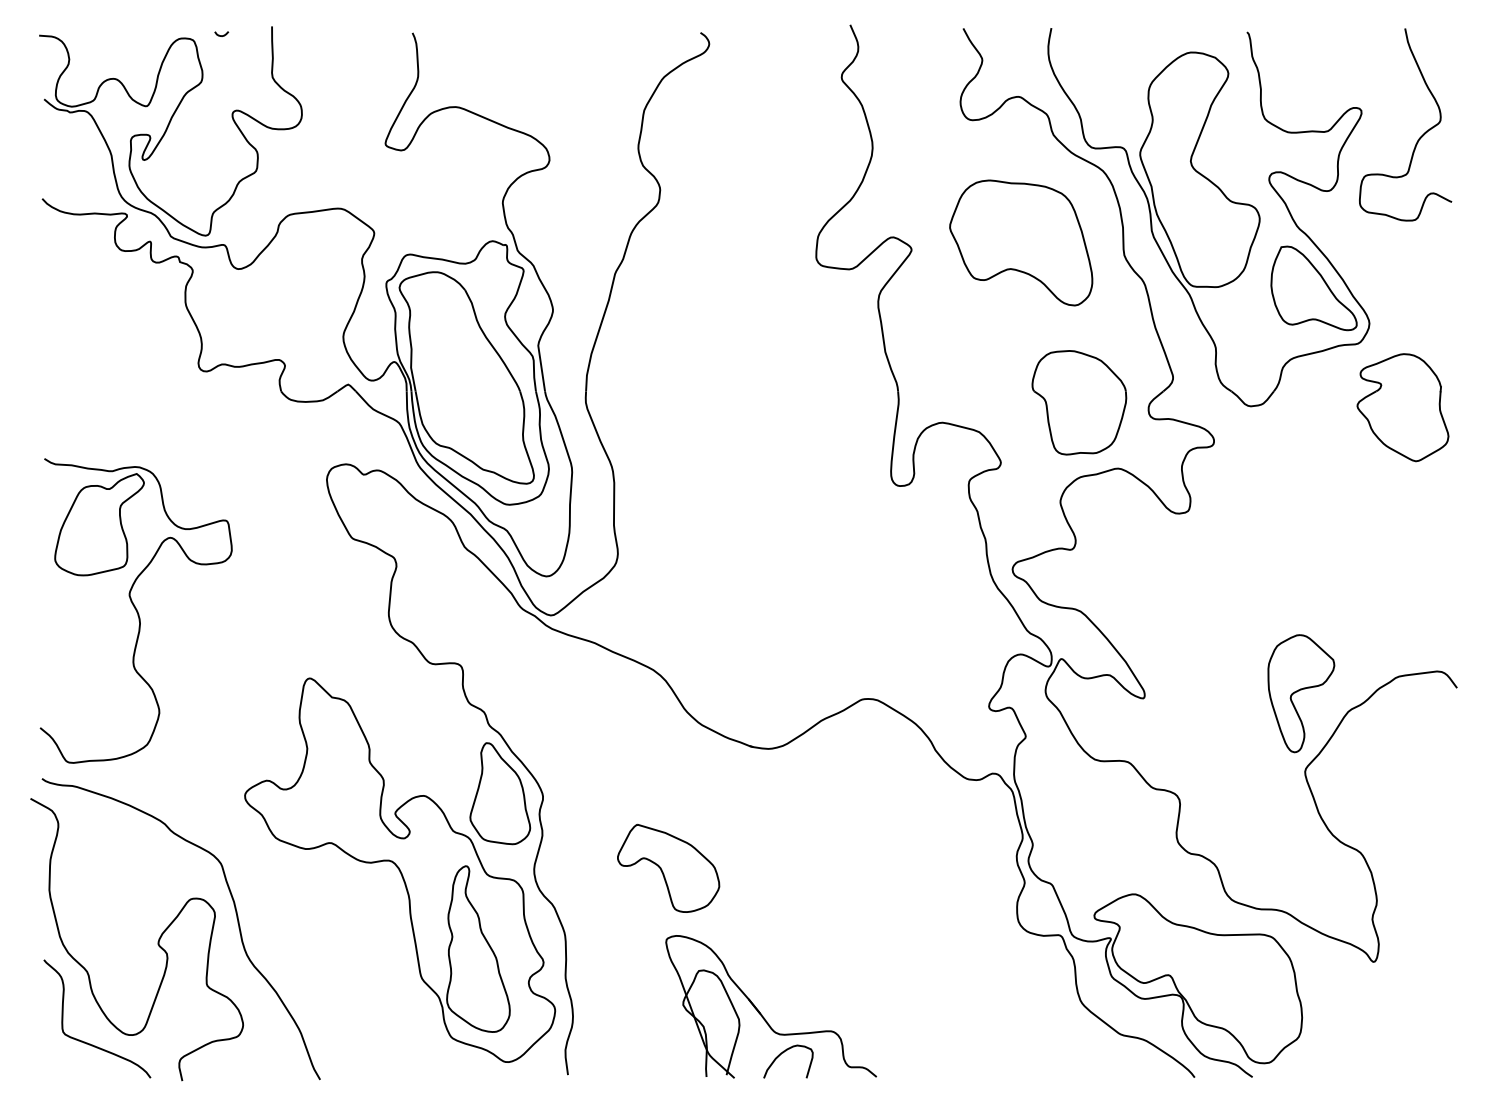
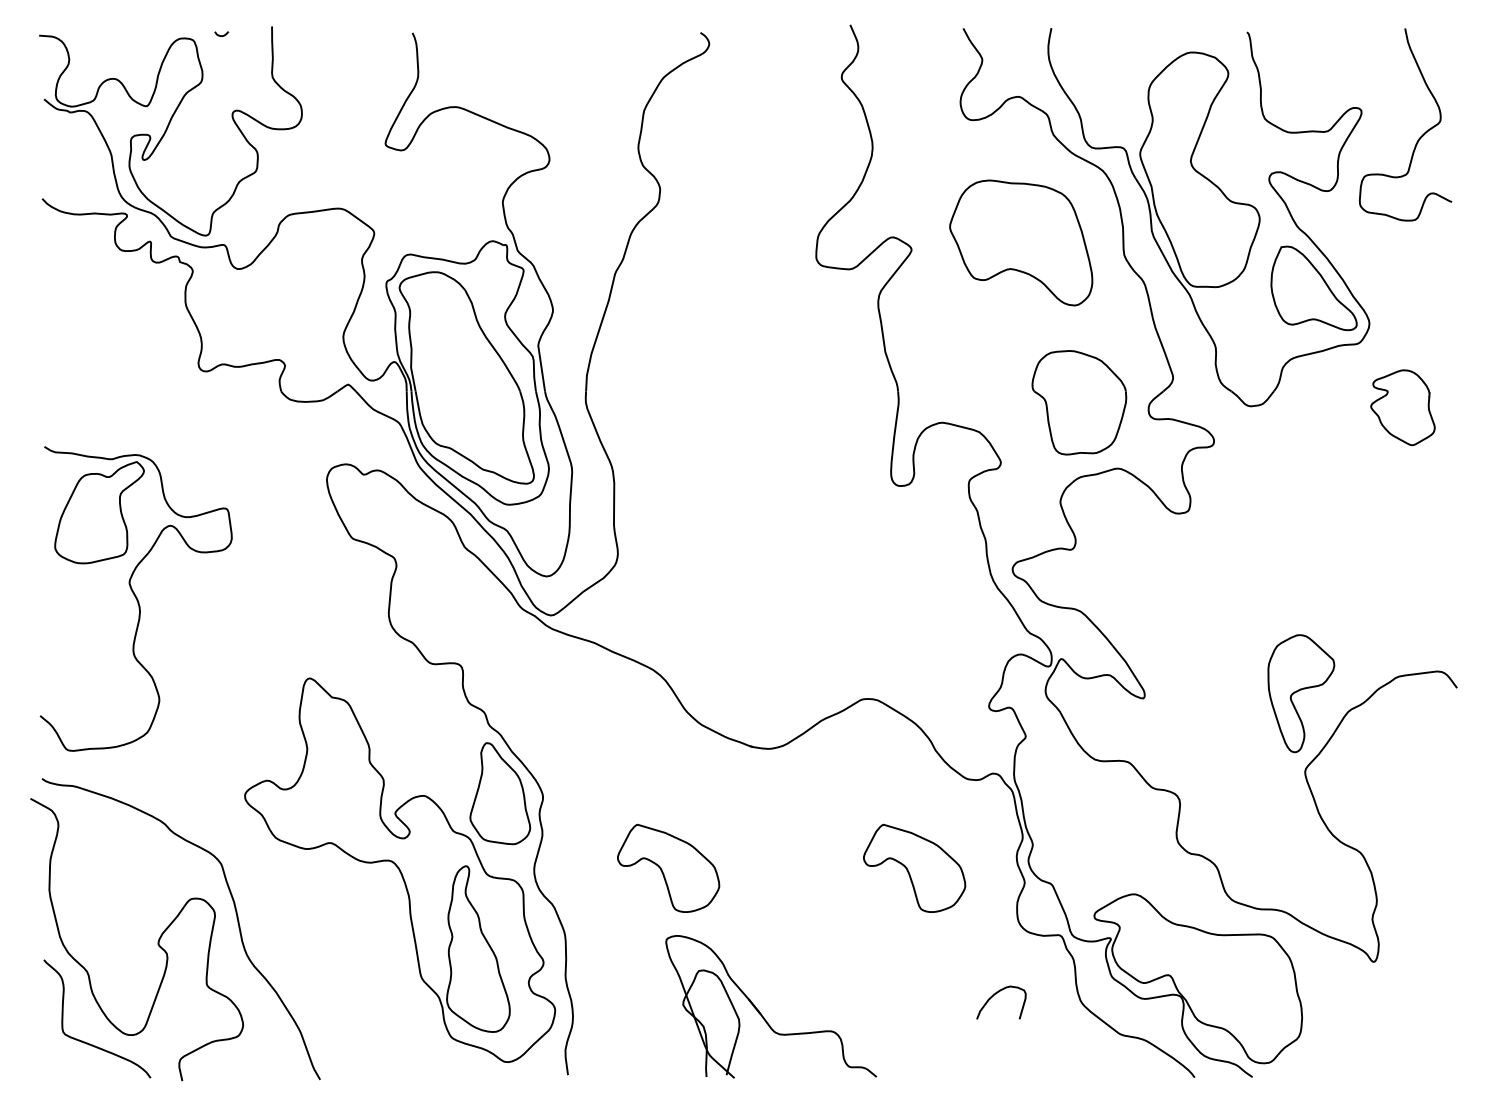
part at (1402, 407) size: 94x110 px -> 66x78 px
part at (135, 610) position: (135, 610) -> (135, 598)
part at (914, 867): none -> present
curve at (783, 1053) position: (783, 1053) -> (996, 994)
